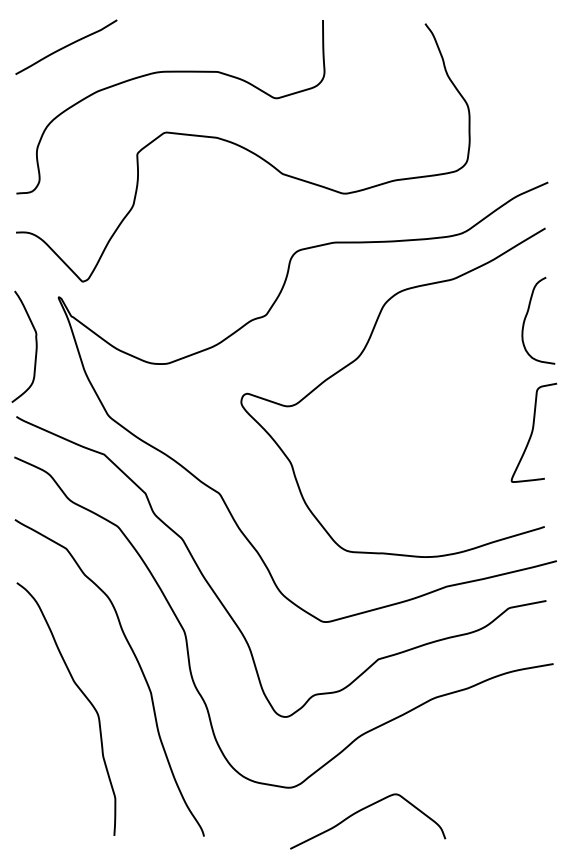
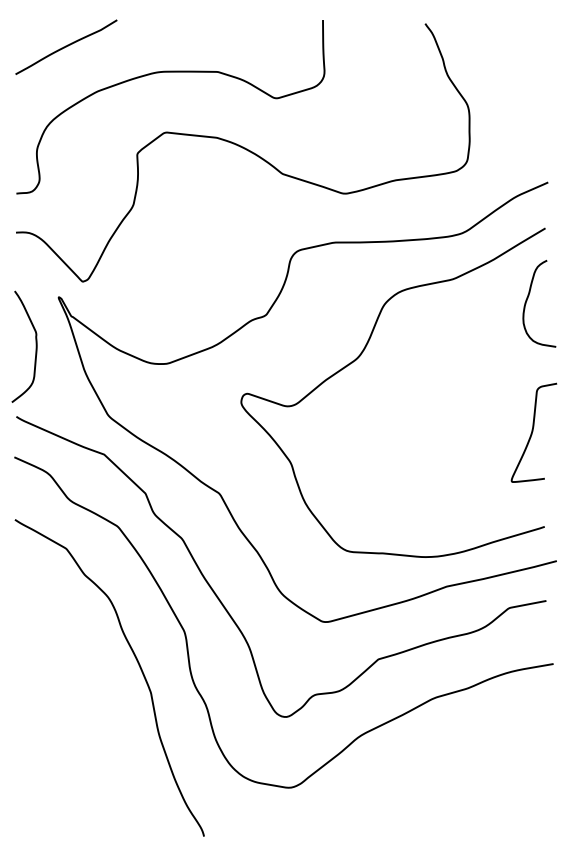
curve at (527, 315) position: (527, 315) -> (528, 298)
curve at (82, 694): present -> none
curve at (362, 810): present -> none
